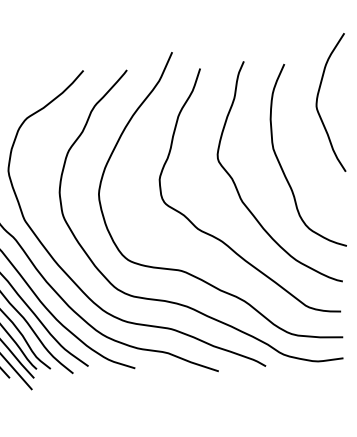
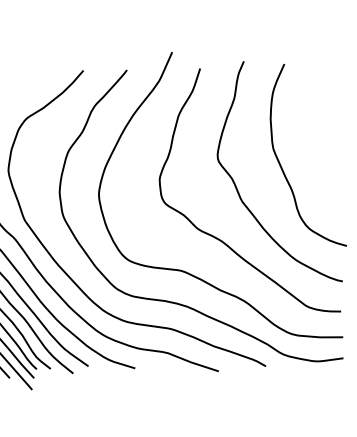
curve at (318, 97): present -> none
